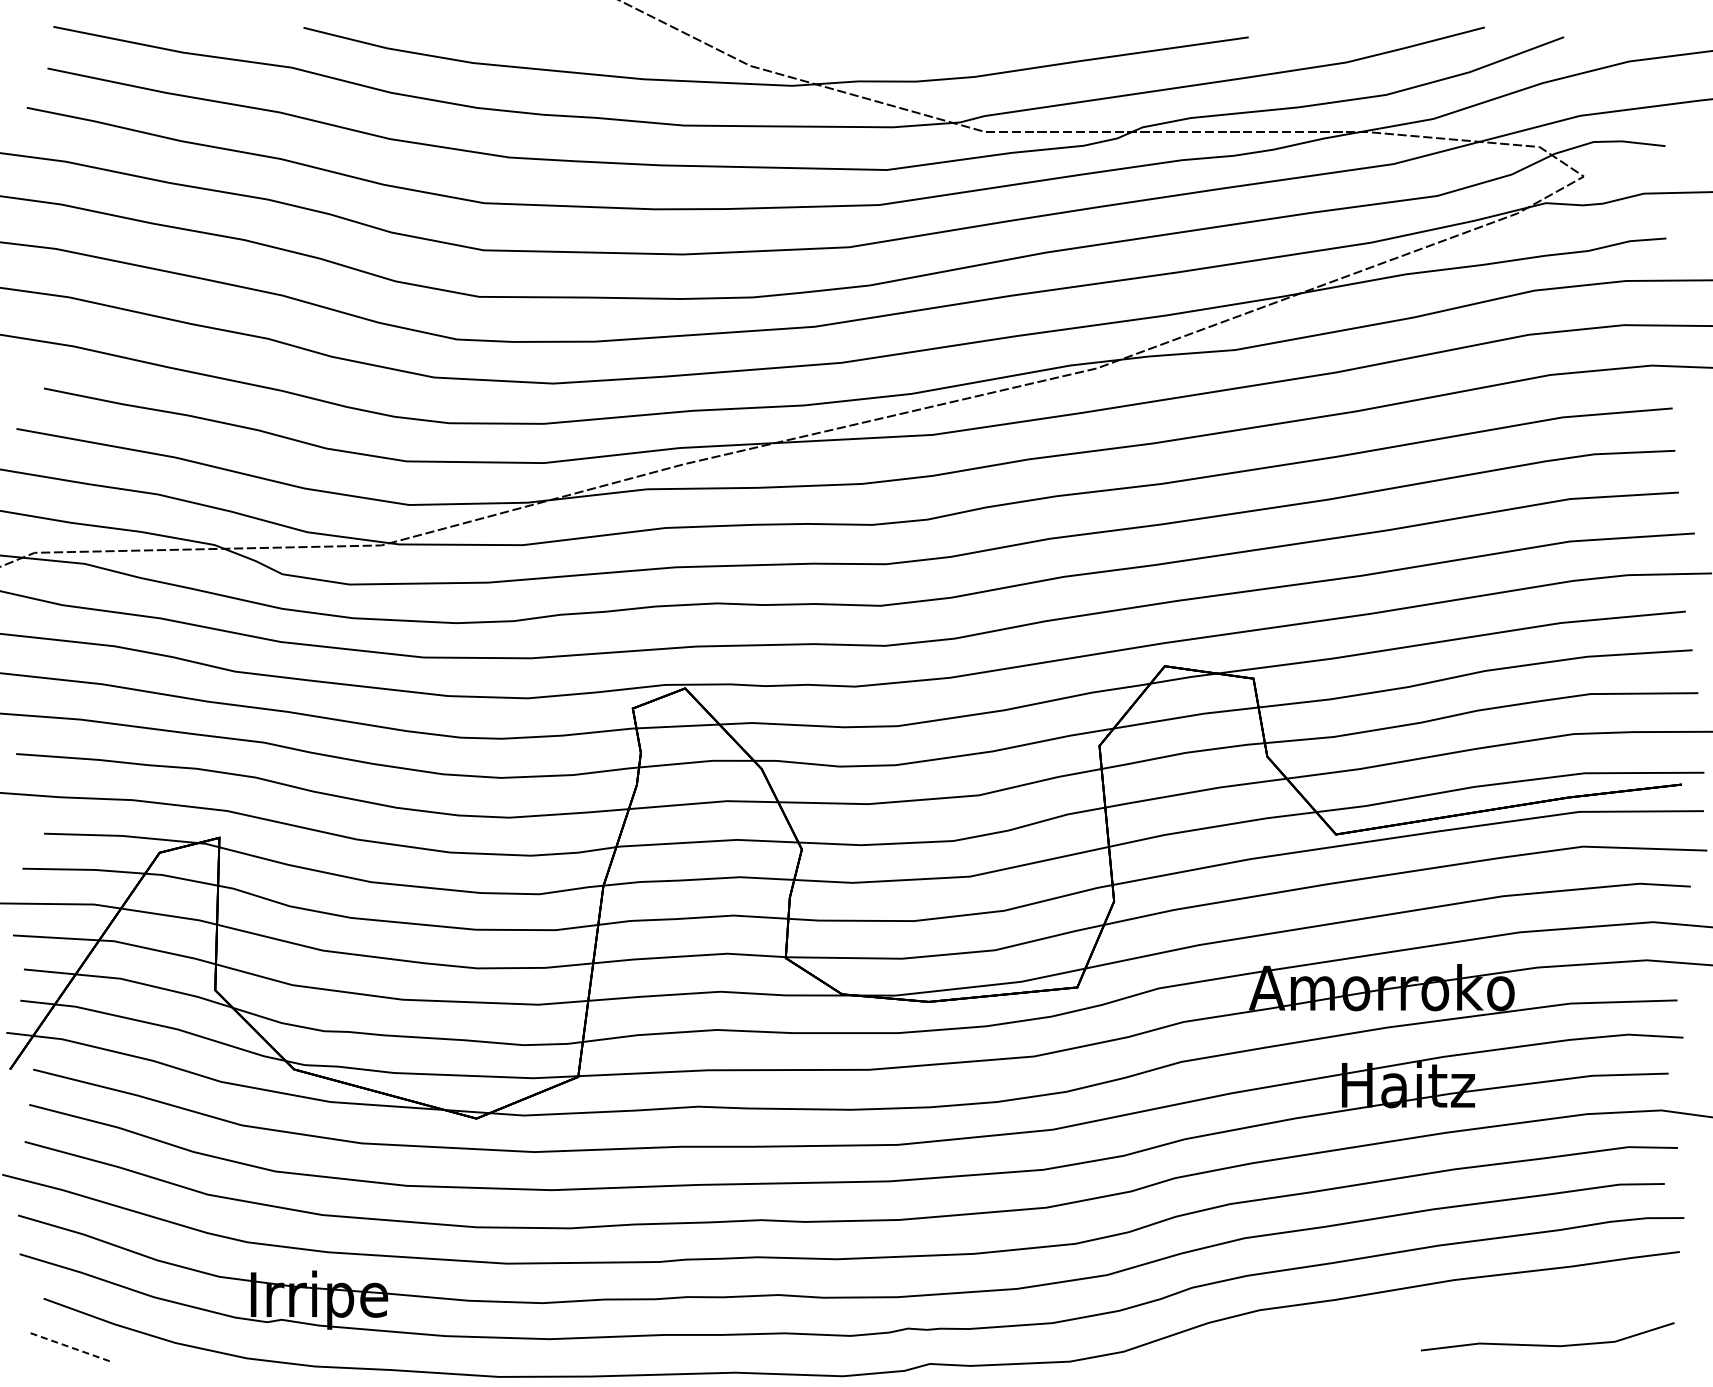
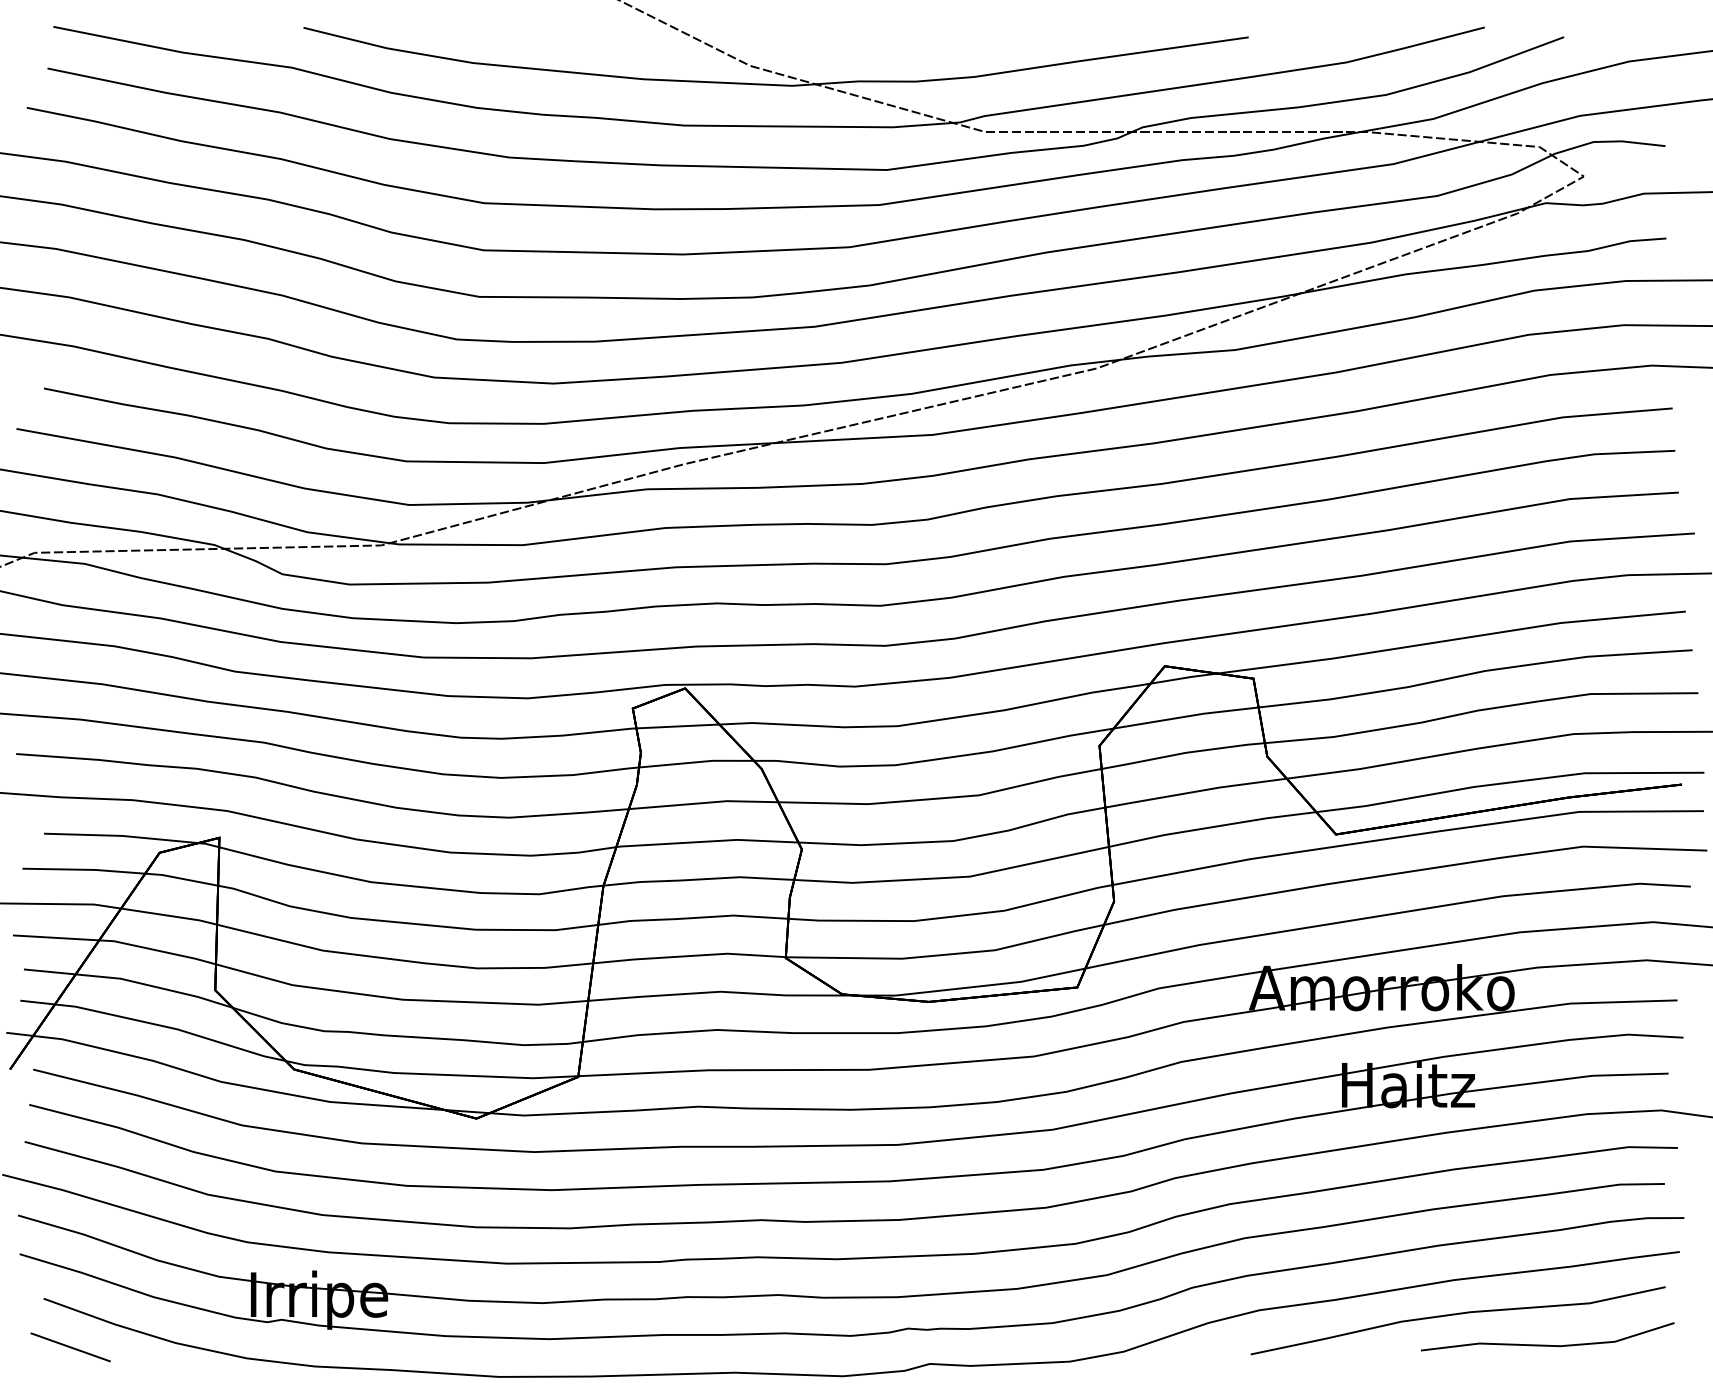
curve at (1455, 1315): none -> present
line at (70, 1347): dashed -> solid
